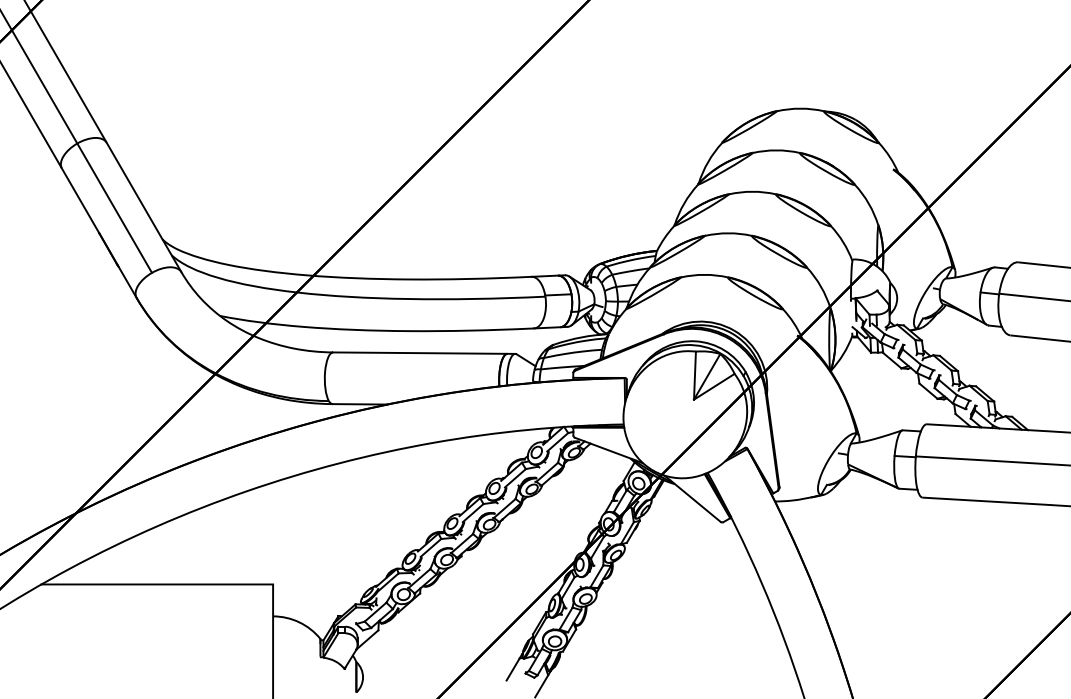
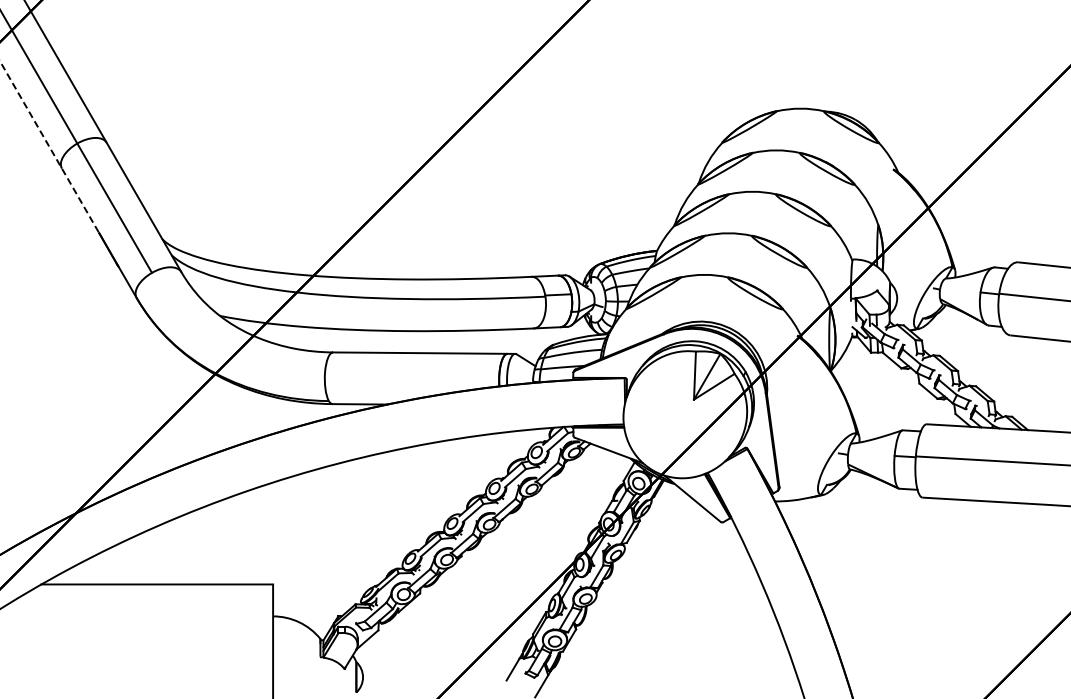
line at (49, 147): solid -> dashed
